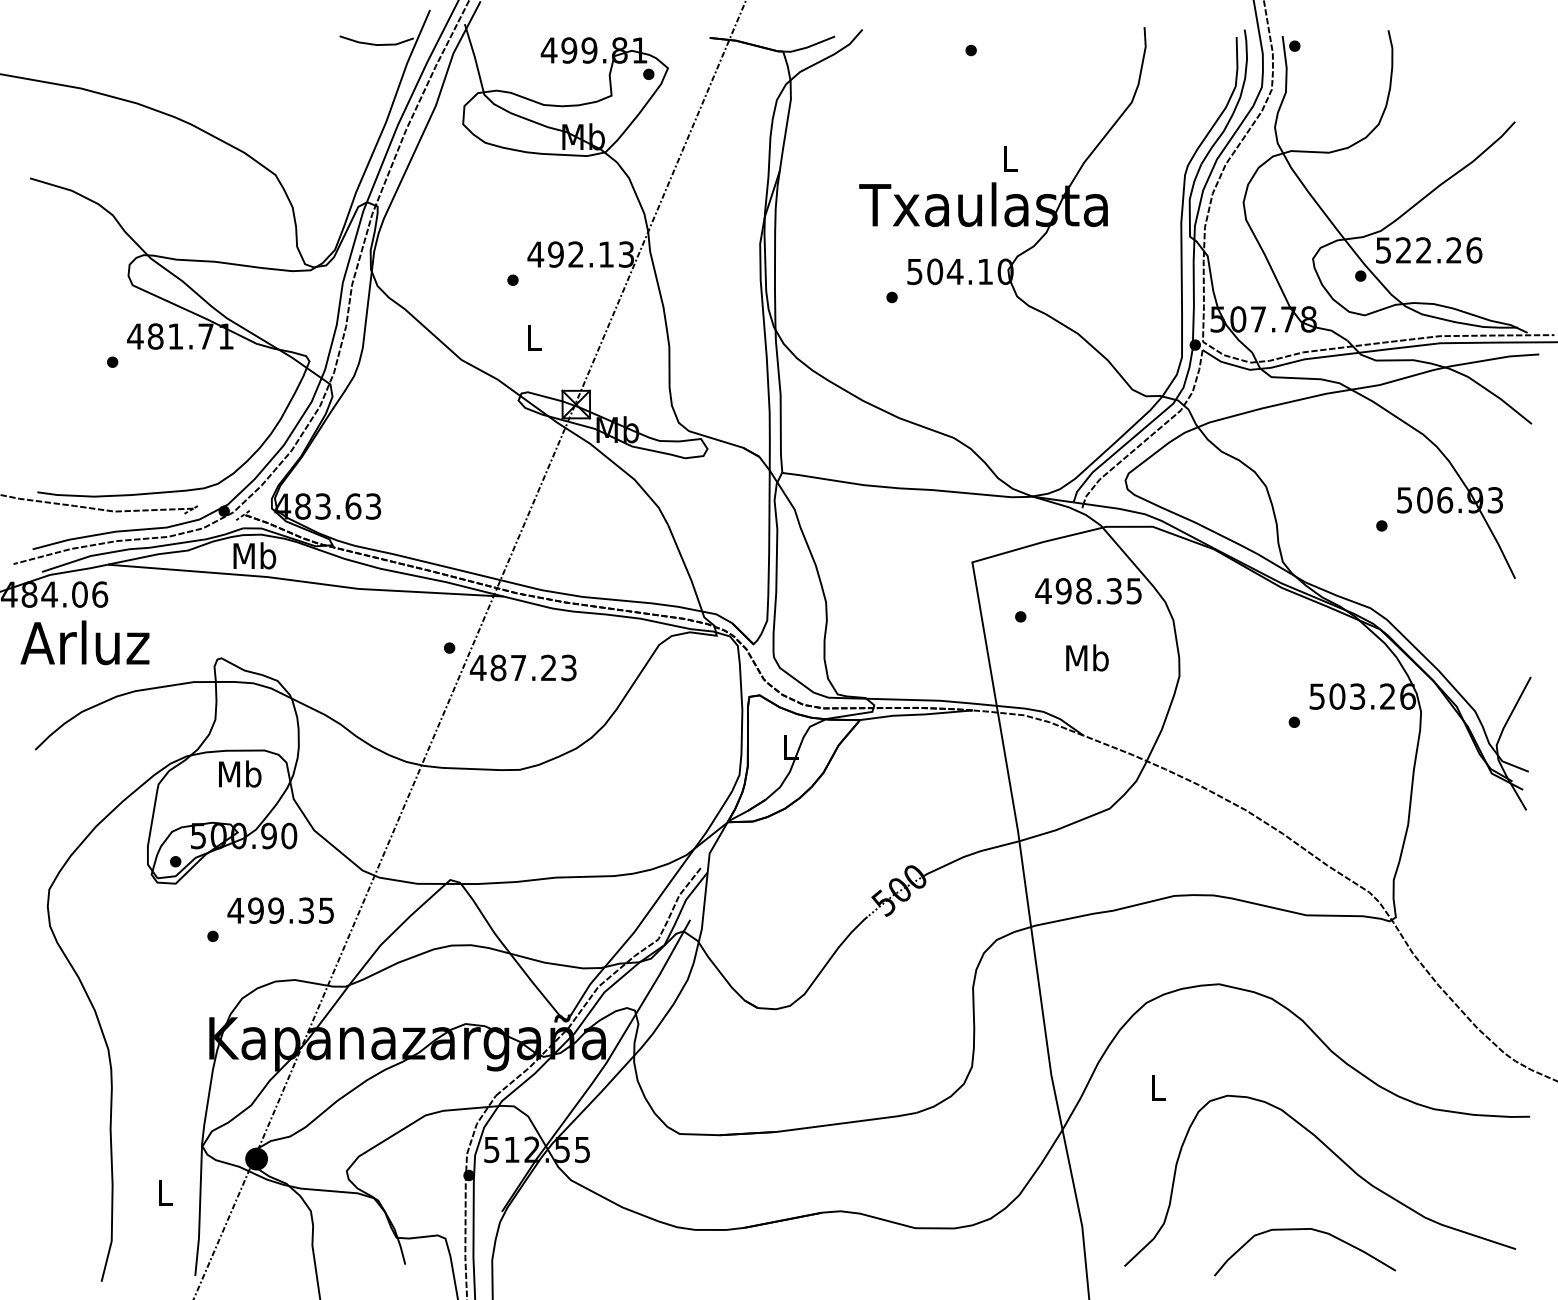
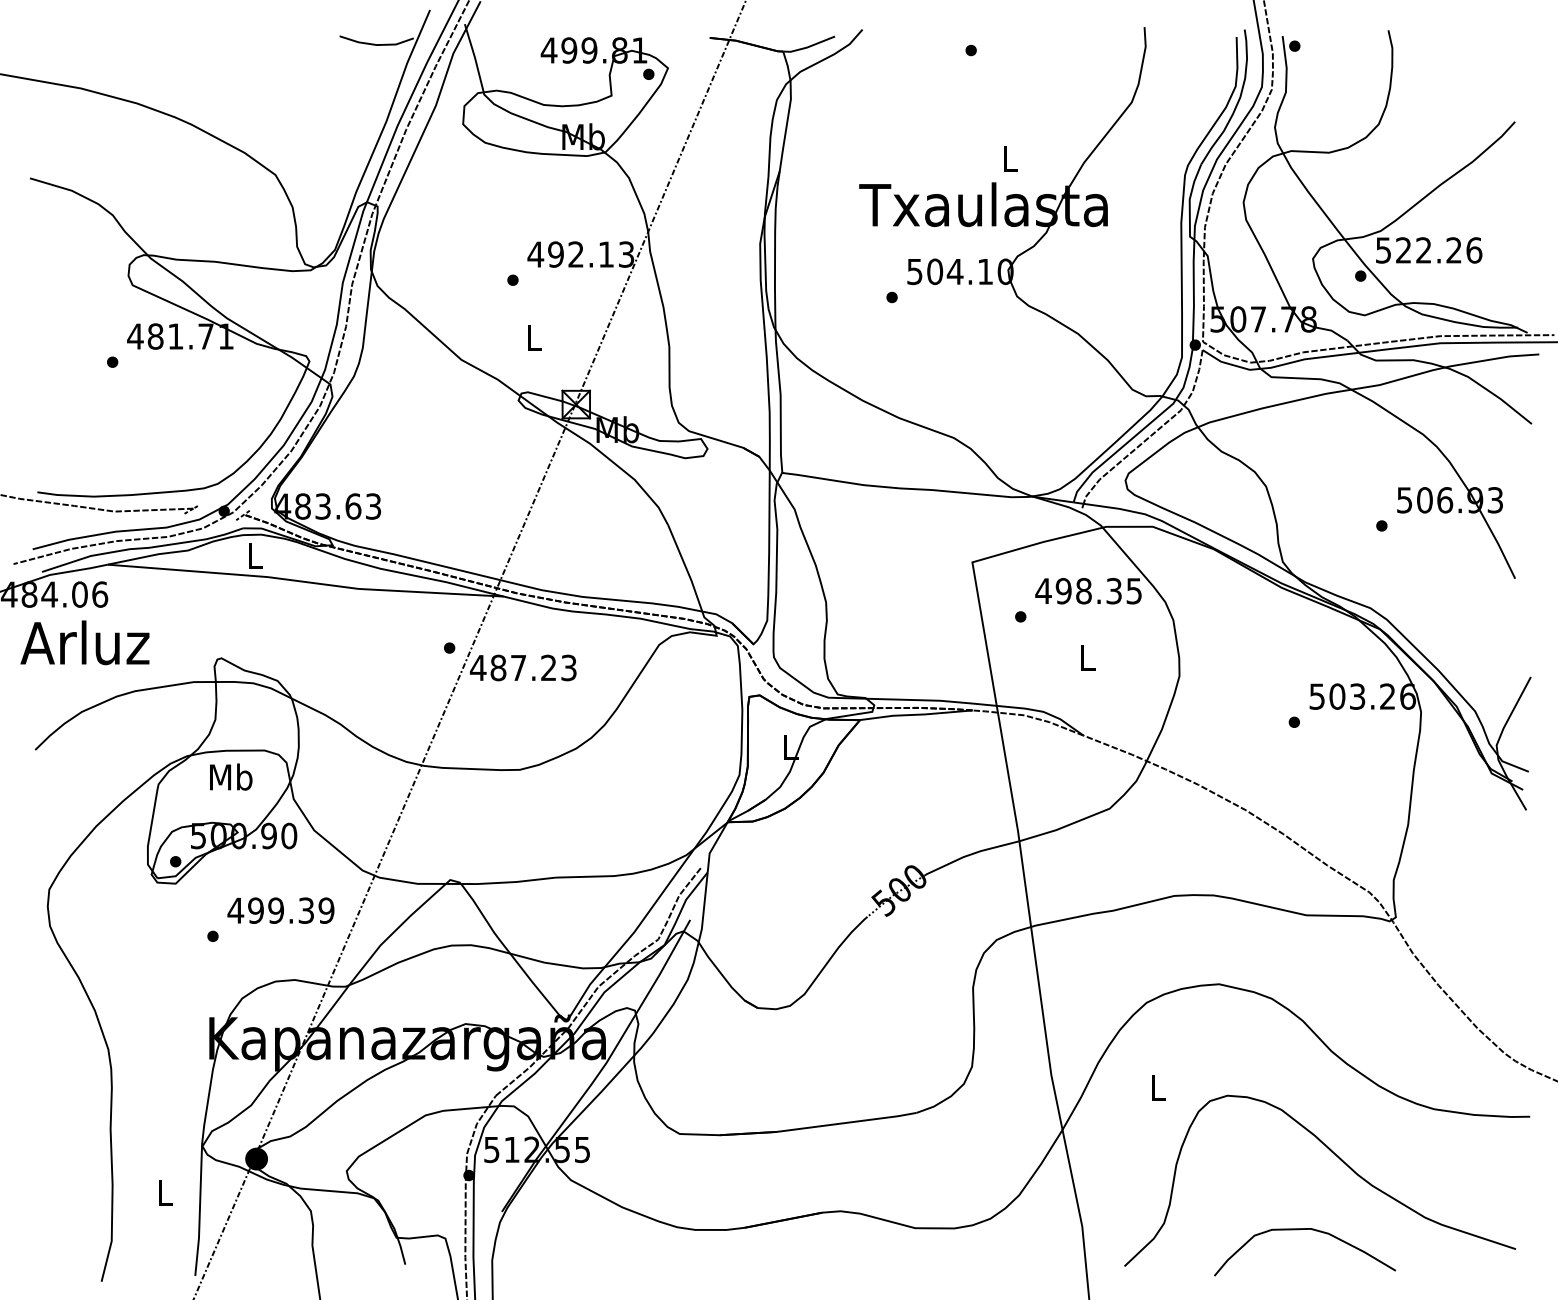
text at (254, 555): Mb -> L
text at (1087, 657): Mb -> L
text at (240, 773) position: (240, 773) -> (231, 776)
text at (326, 910): 499.35 -> 499.39
